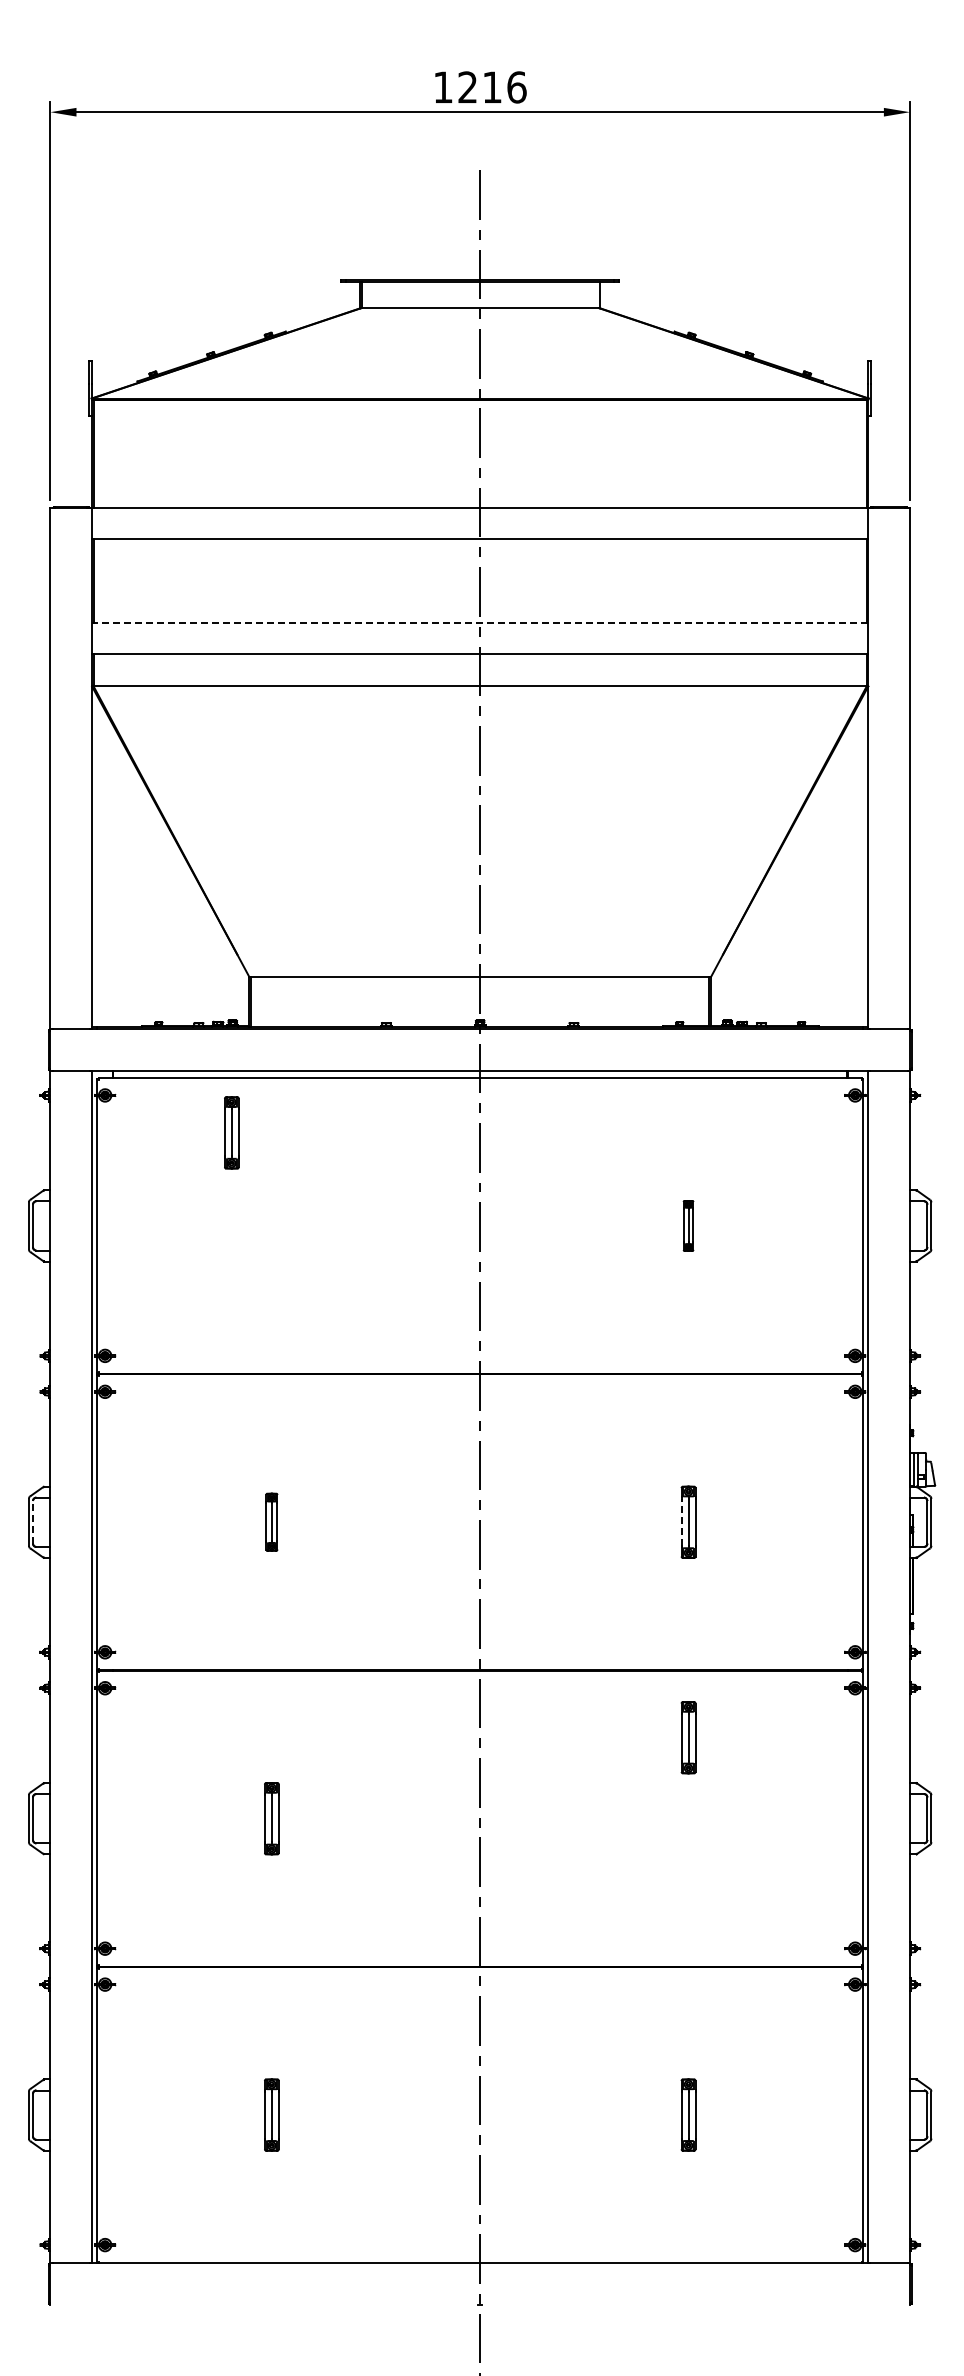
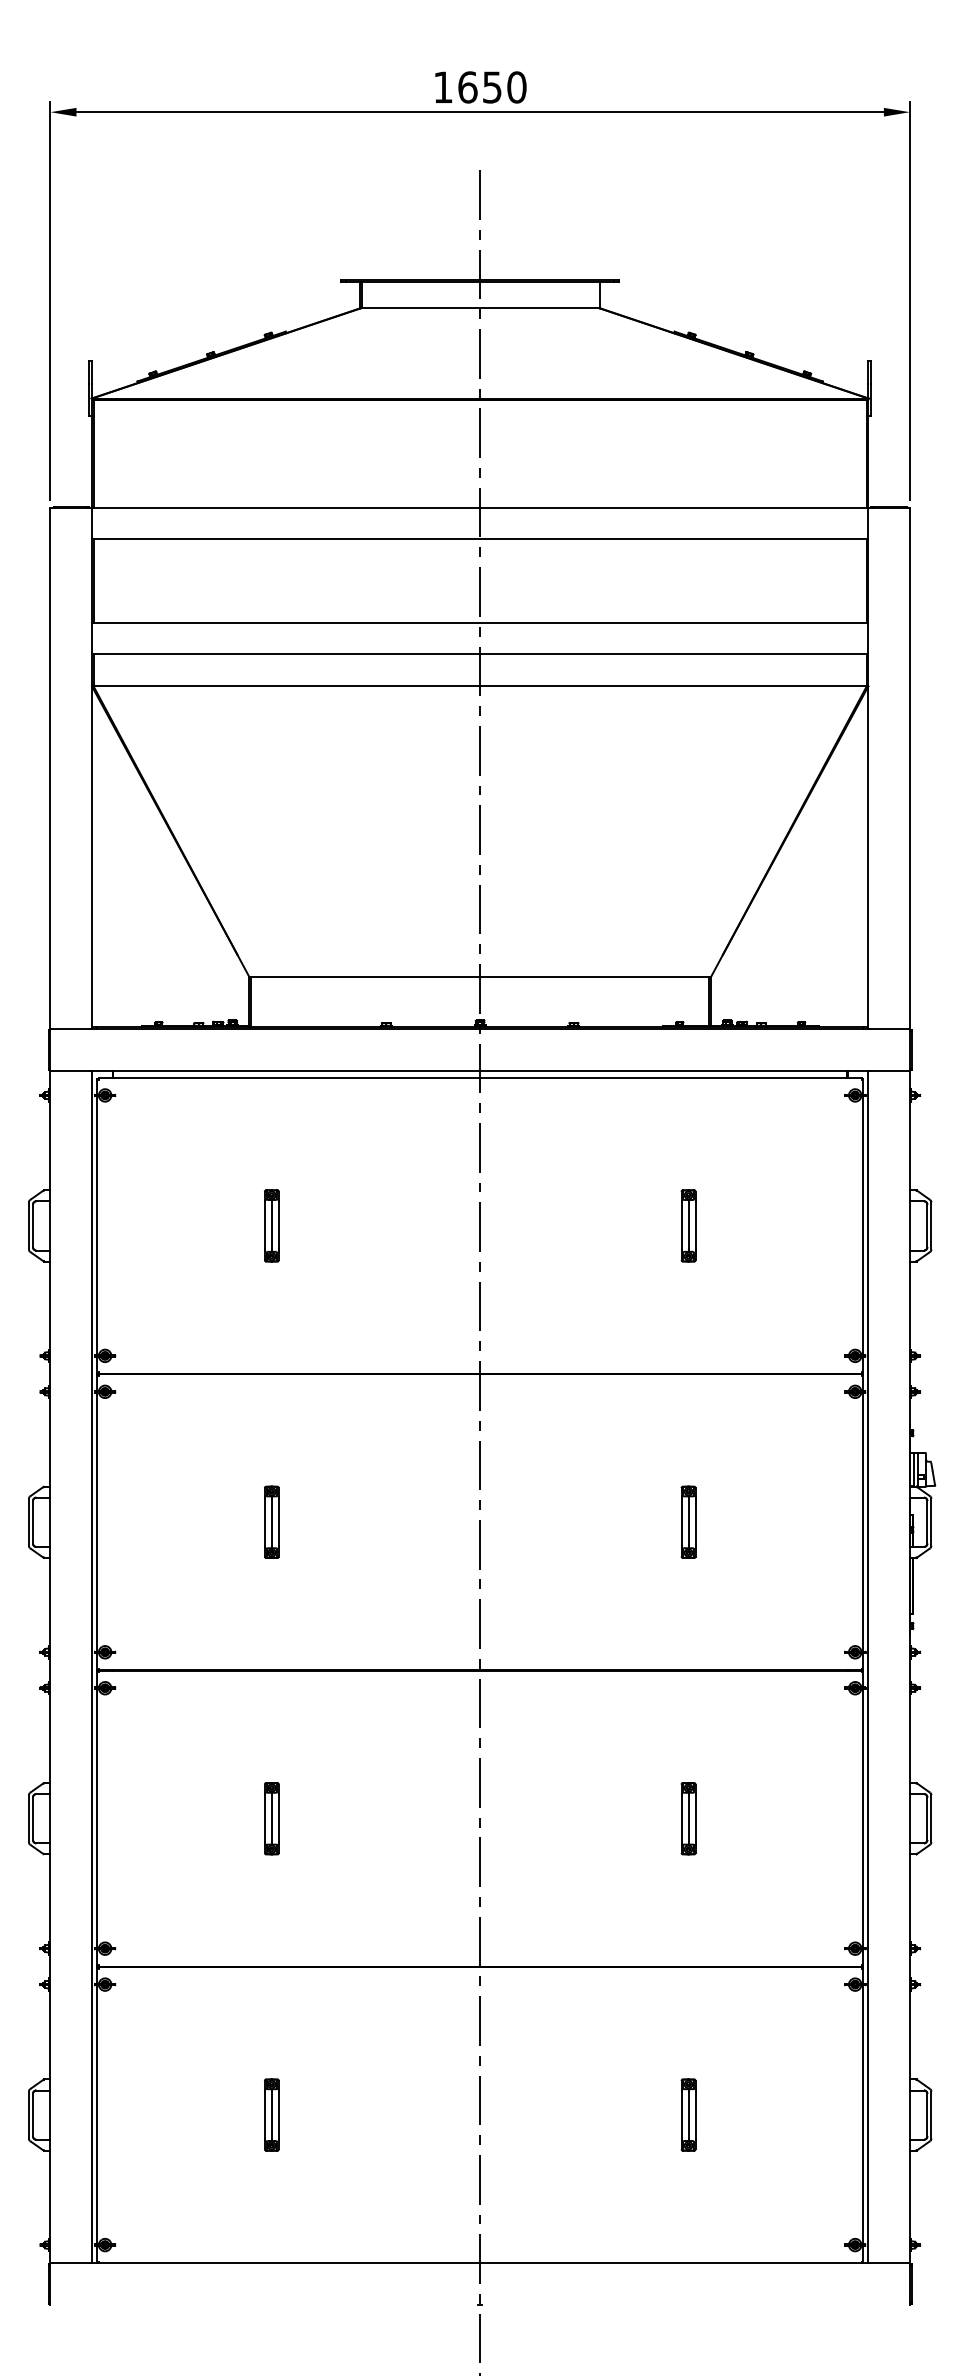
text at (492, 87): 1216 -> 1650
line at (479, 622): dashed -> solid
part at (231, 1132) position: (231, 1132) -> (271, 1225)
part at (688, 1225) size: 13x52 px -> 17x74 px
line at (33, 1521): dashed -> solid
part at (271, 1521) size: 14x60 px -> 16x74 px
line at (681, 1522): dashed -> solid
part at (688, 1737) position: (688, 1737) -> (688, 1818)
